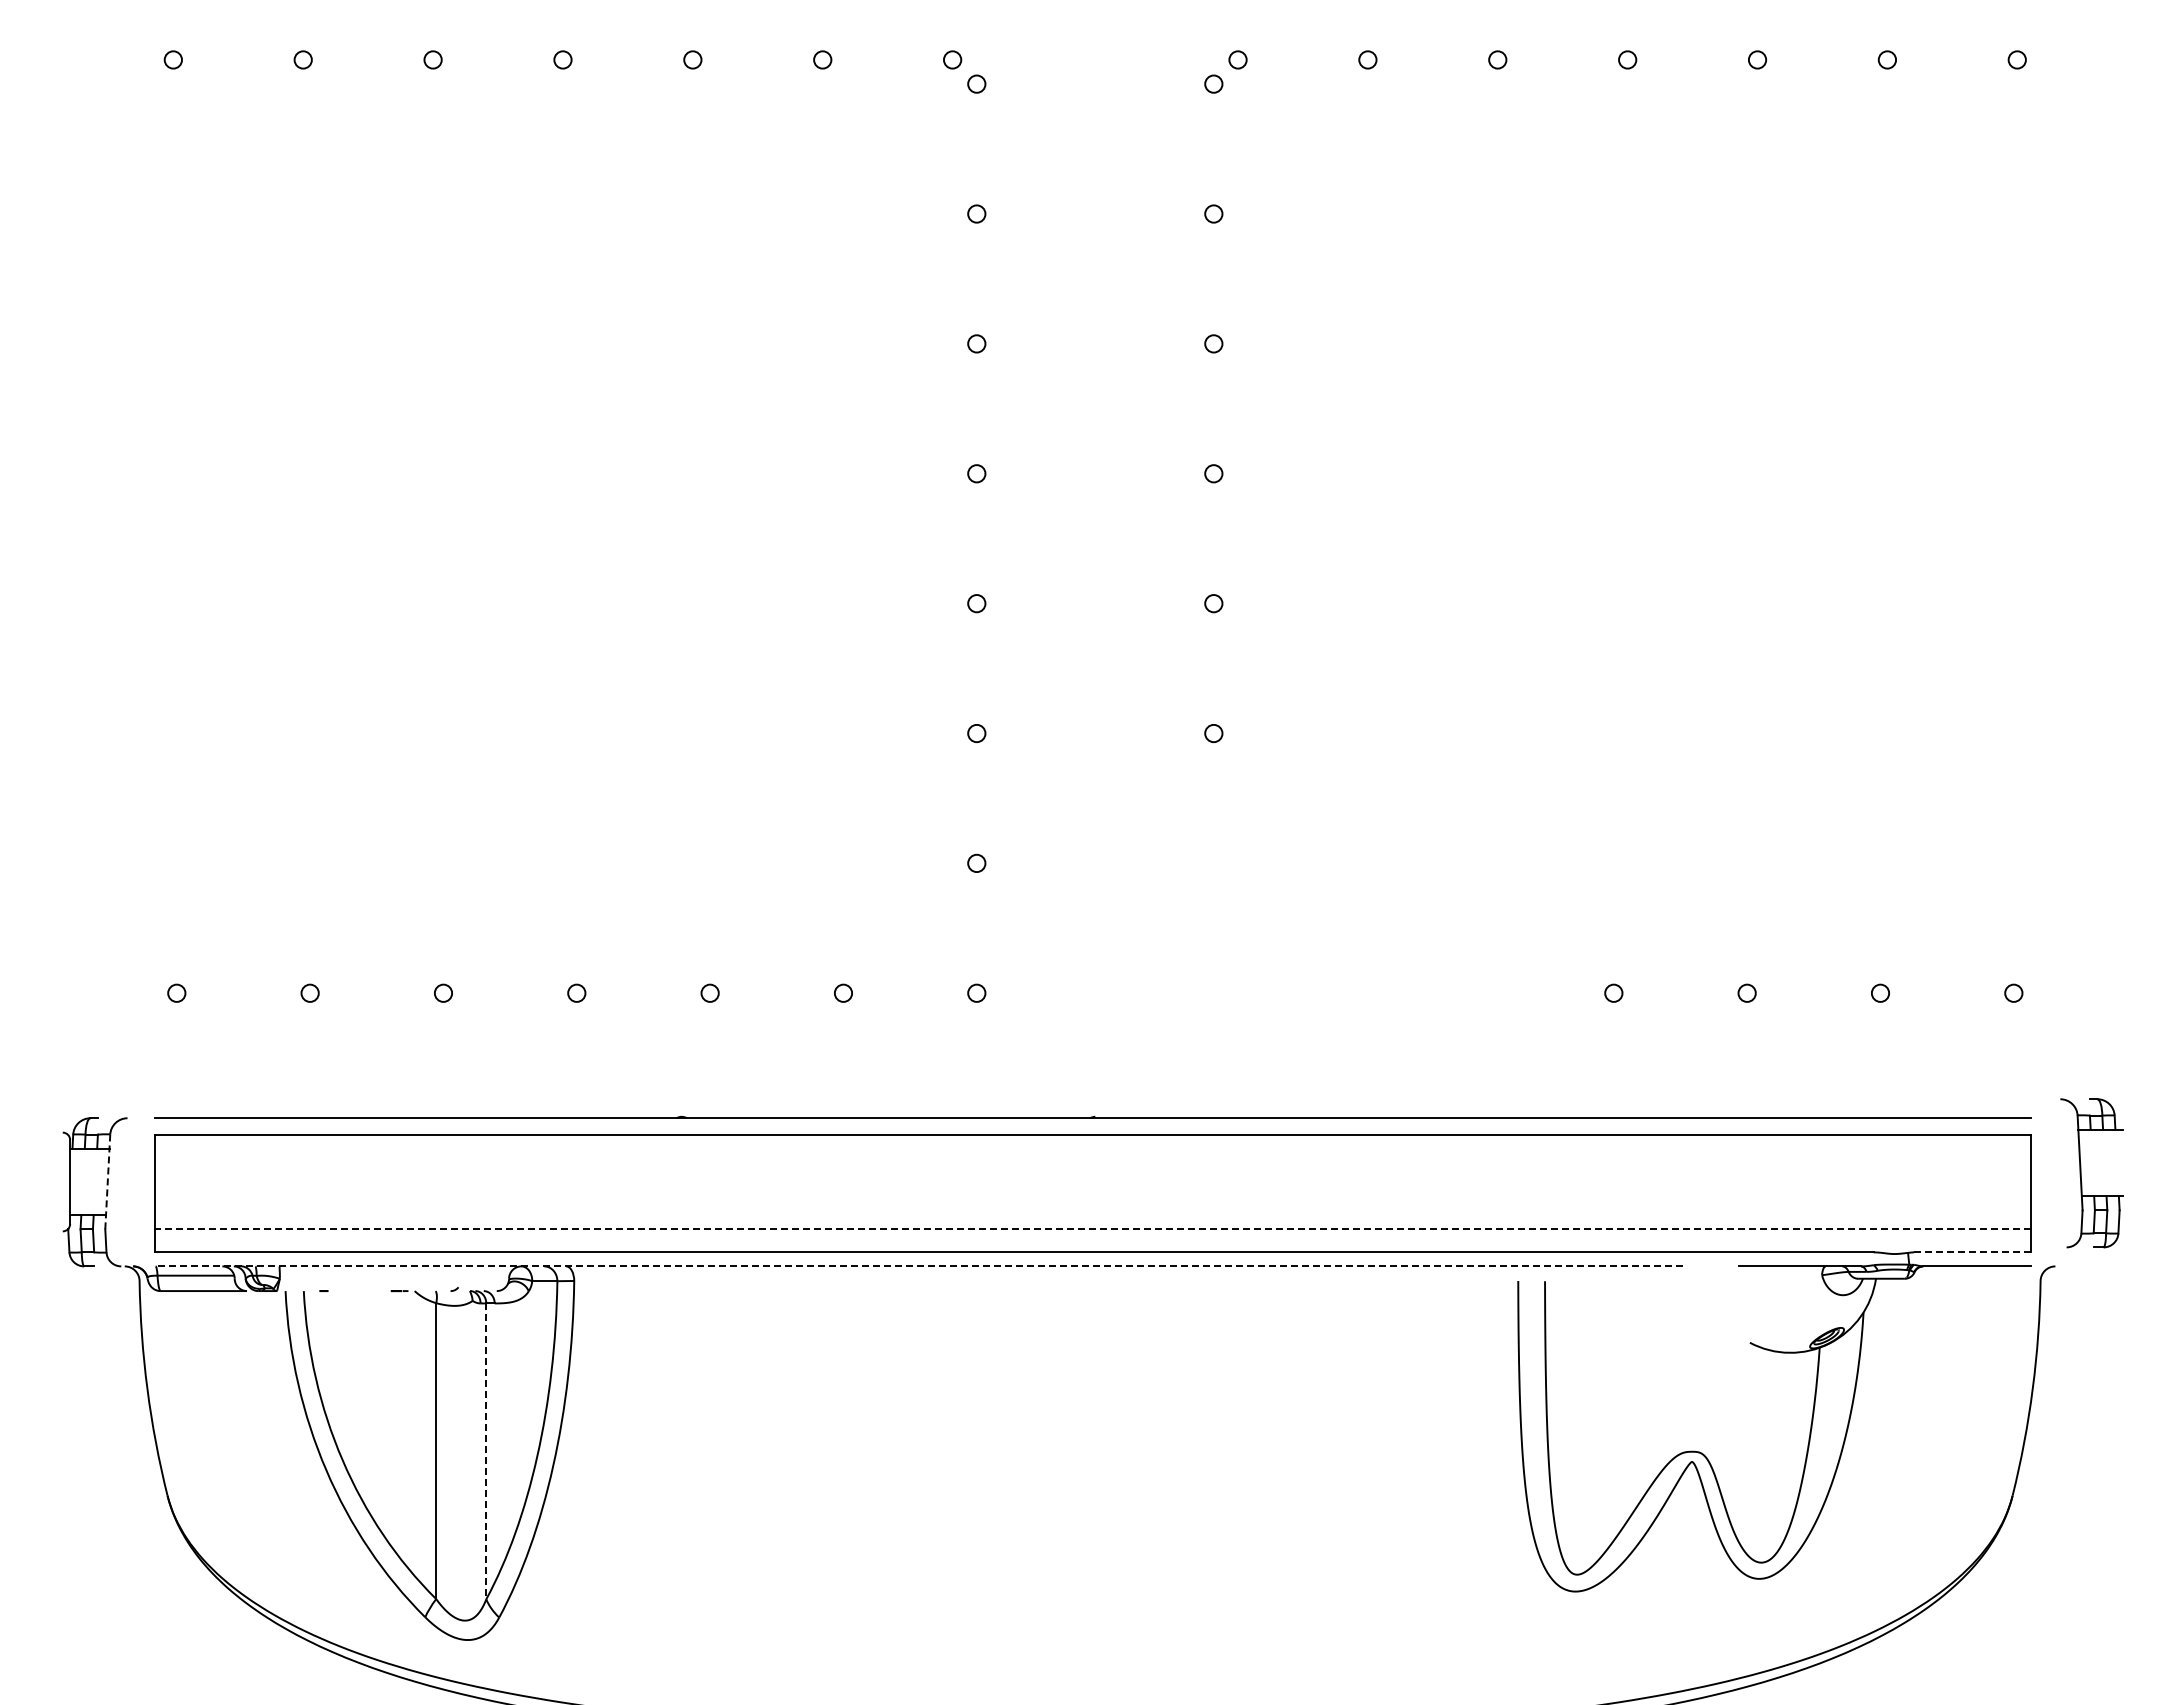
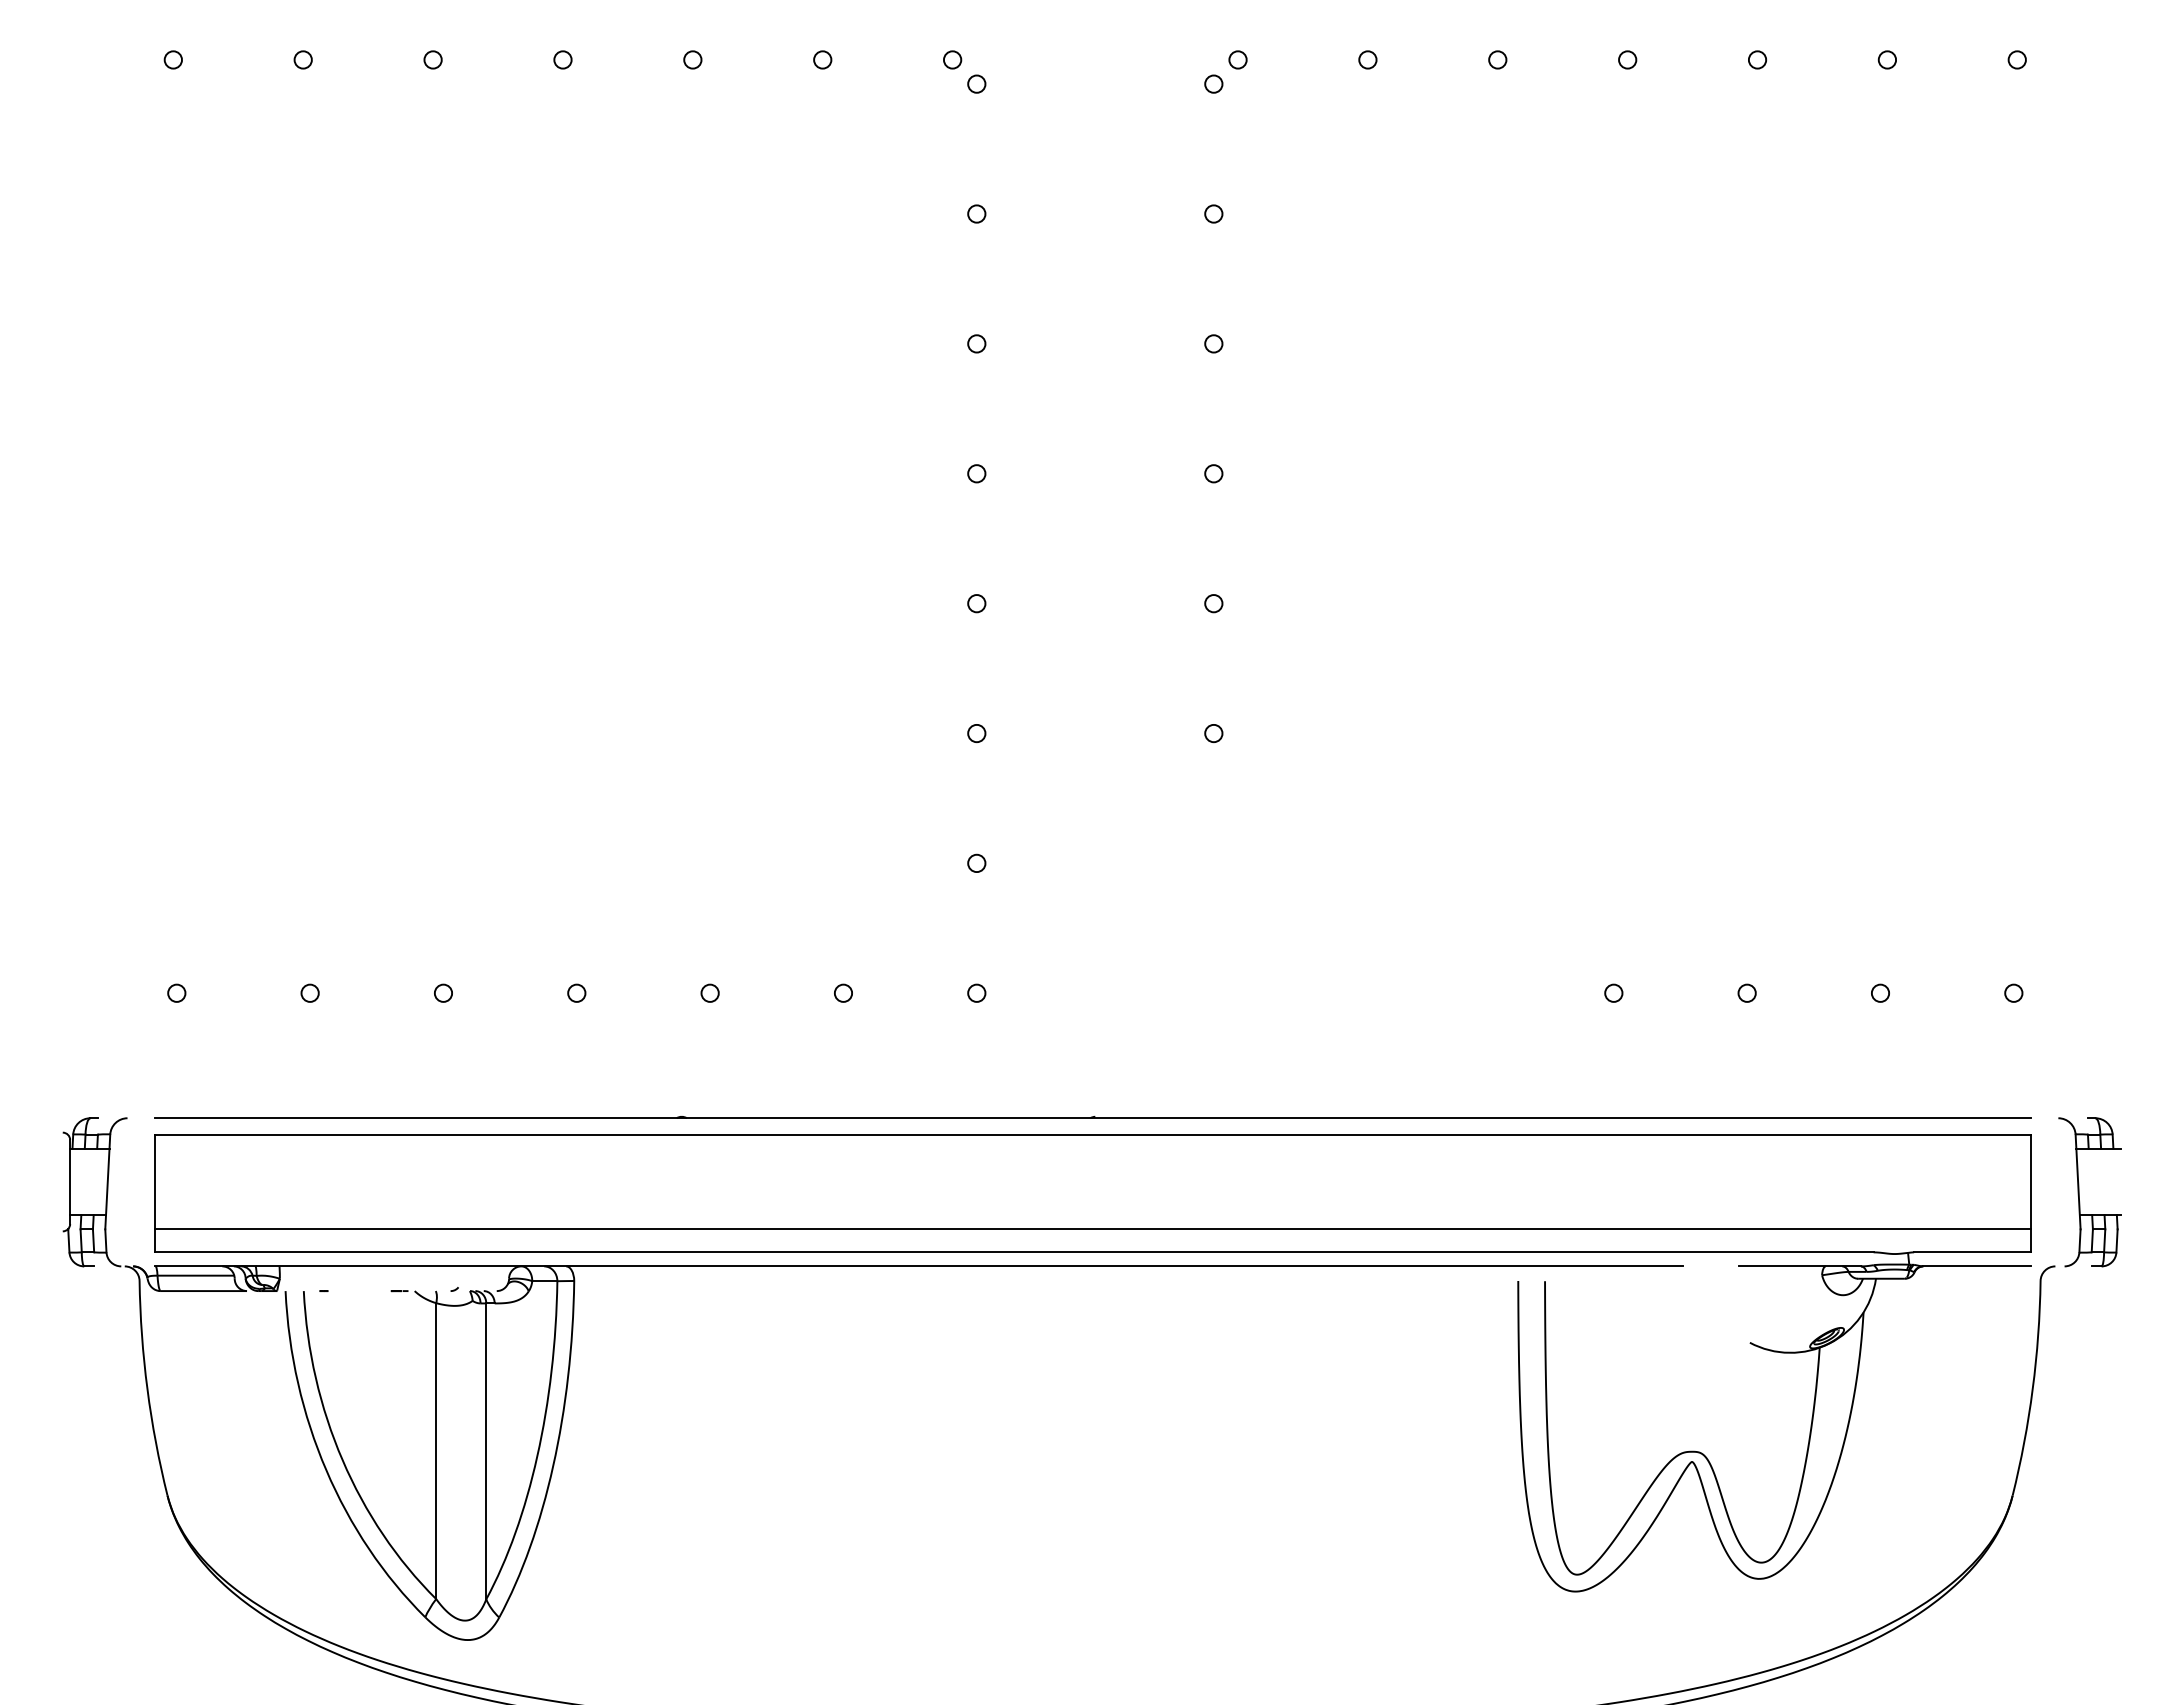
part at (2081, 1173) position: (2081, 1173) -> (2079, 1192)
line at (107, 1181): dashed -> solid
line at (1092, 1229): dashed -> solid
line at (1972, 1252): dashed -> solid
line at (918, 1266): dashed -> solid
line at (486, 1451): dashed -> solid
